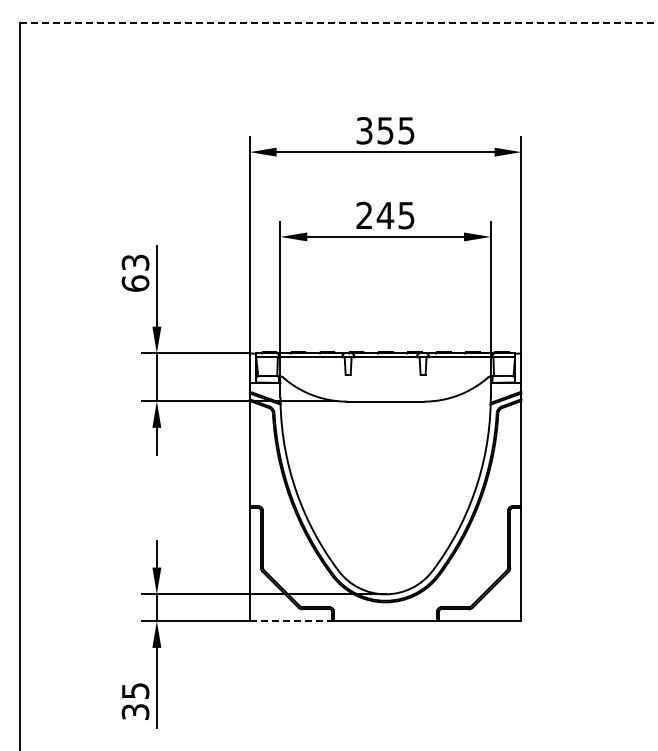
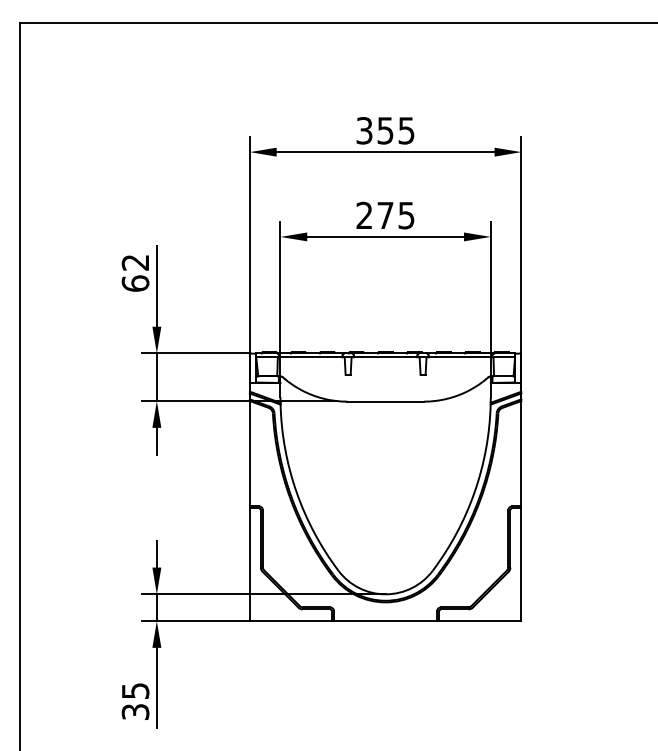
line at (338, 22): dashed -> solid
text at (385, 215): 245 -> 275
text at (135, 262): 63 -> 62
line at (291, 621): dashed -> solid
